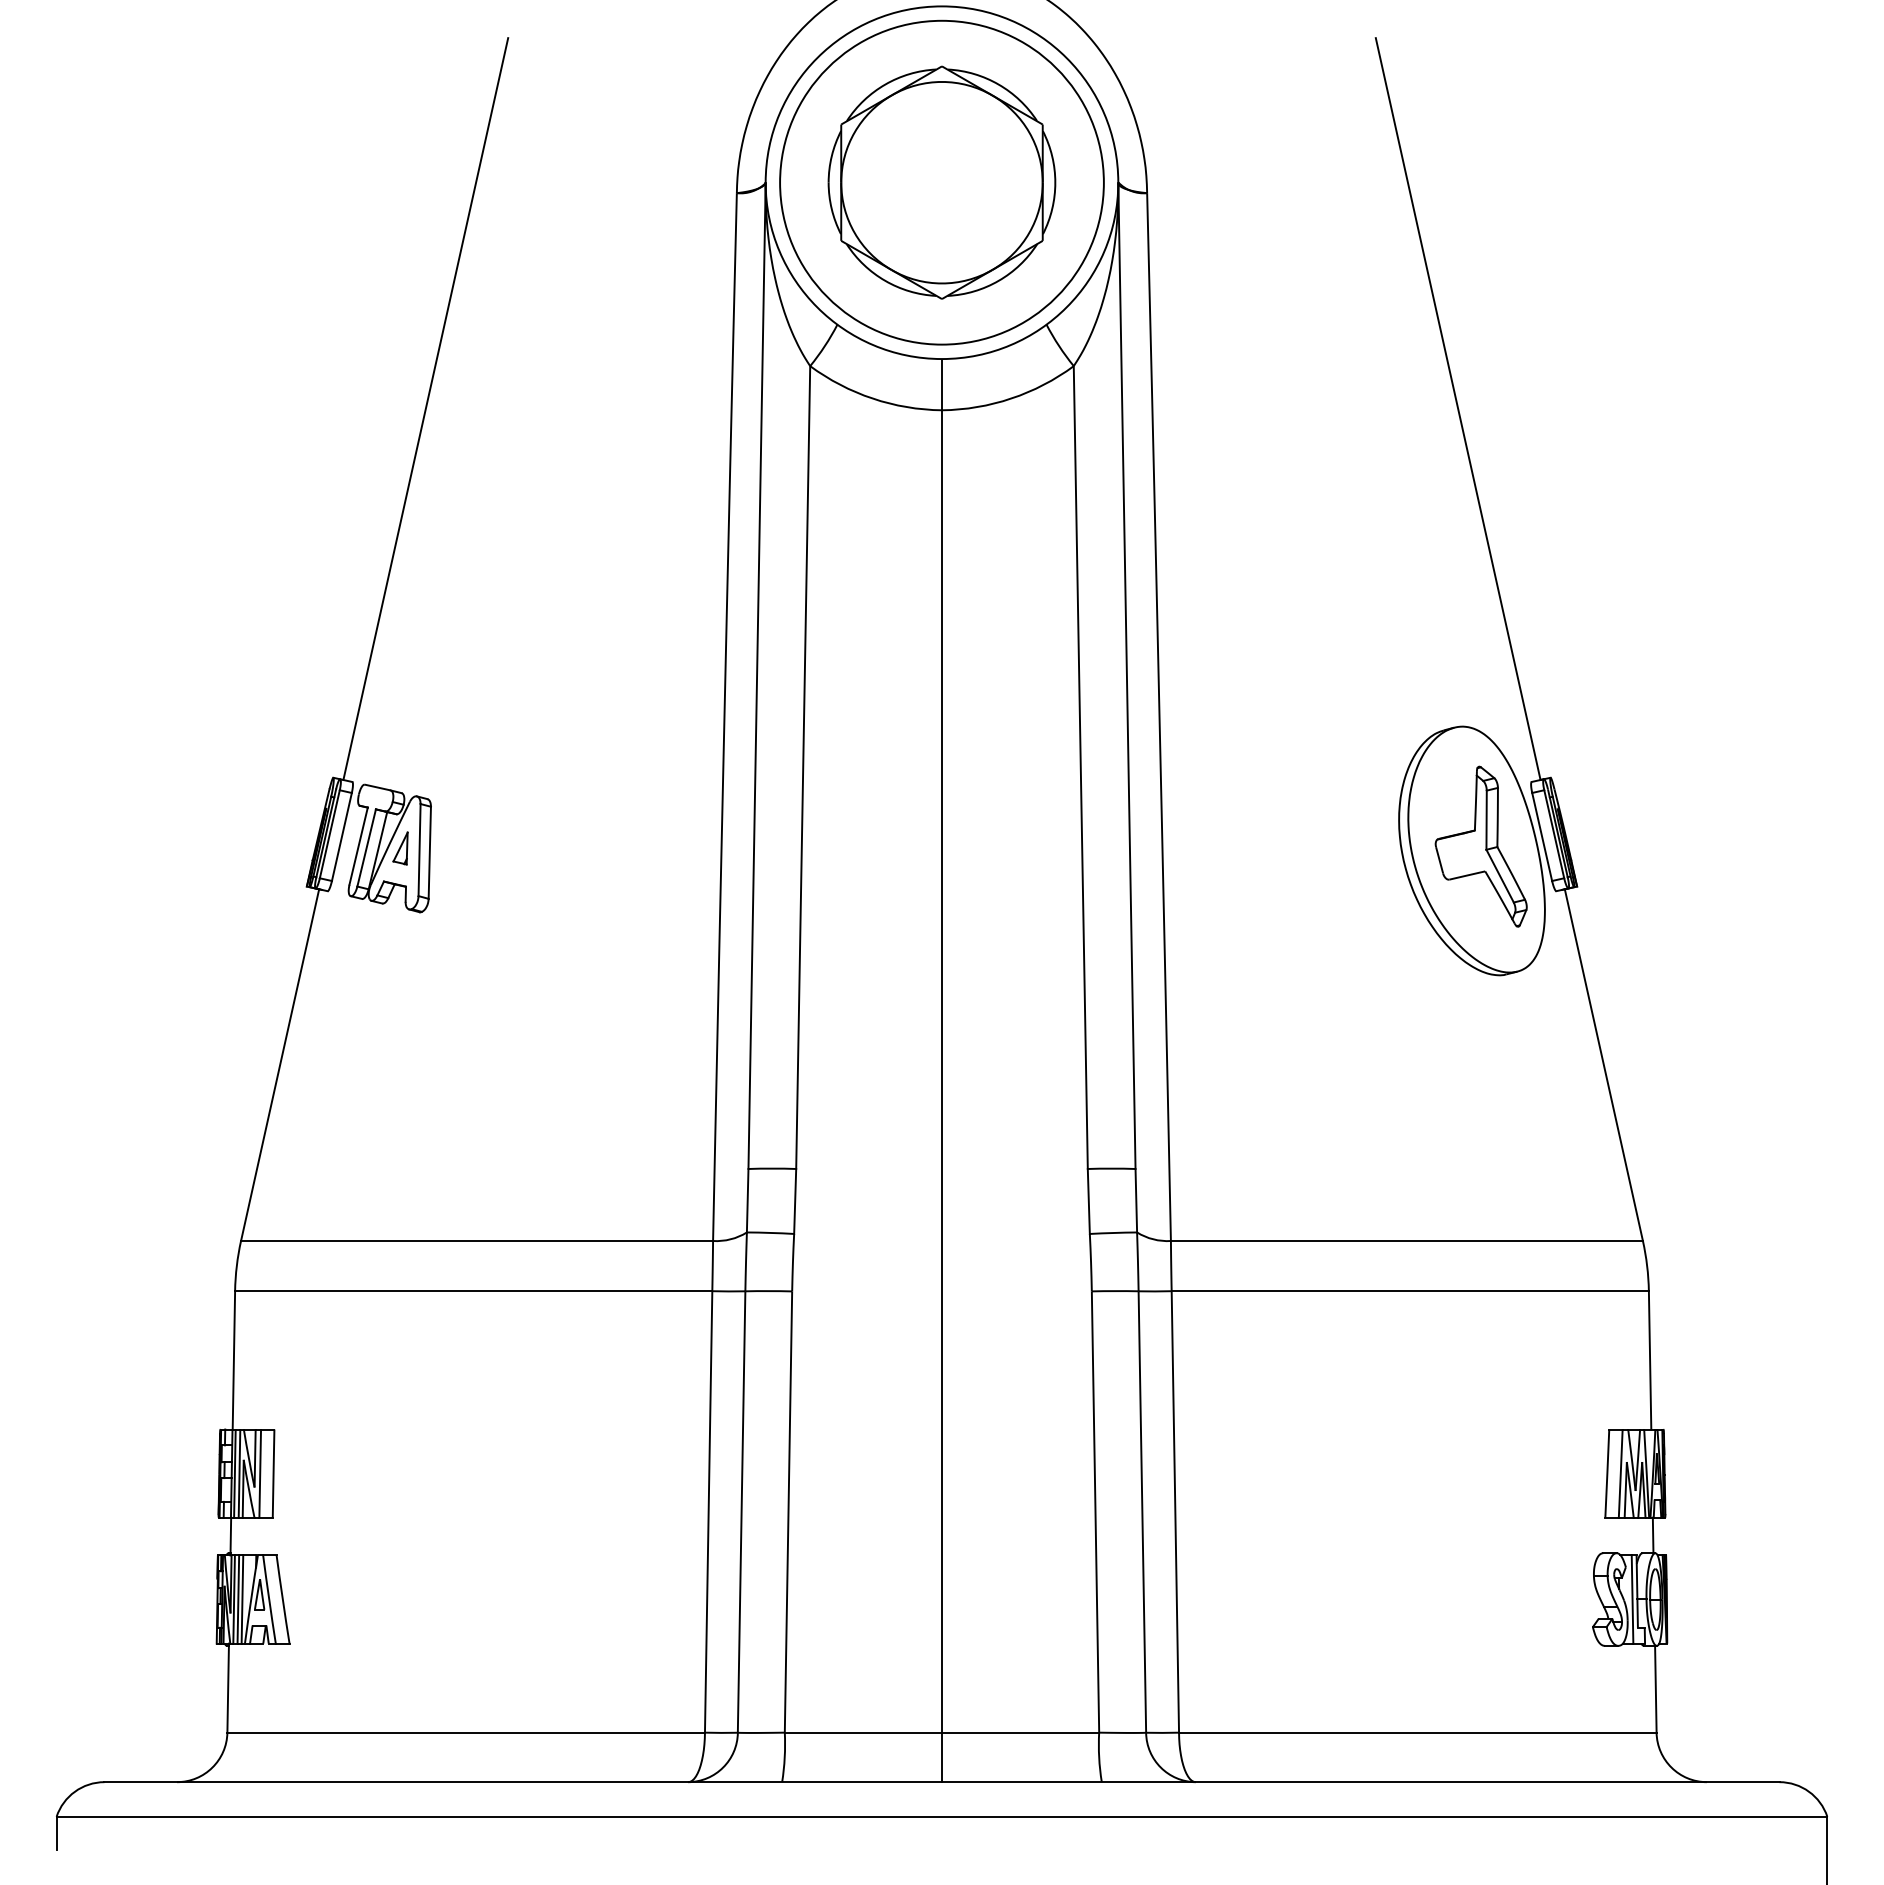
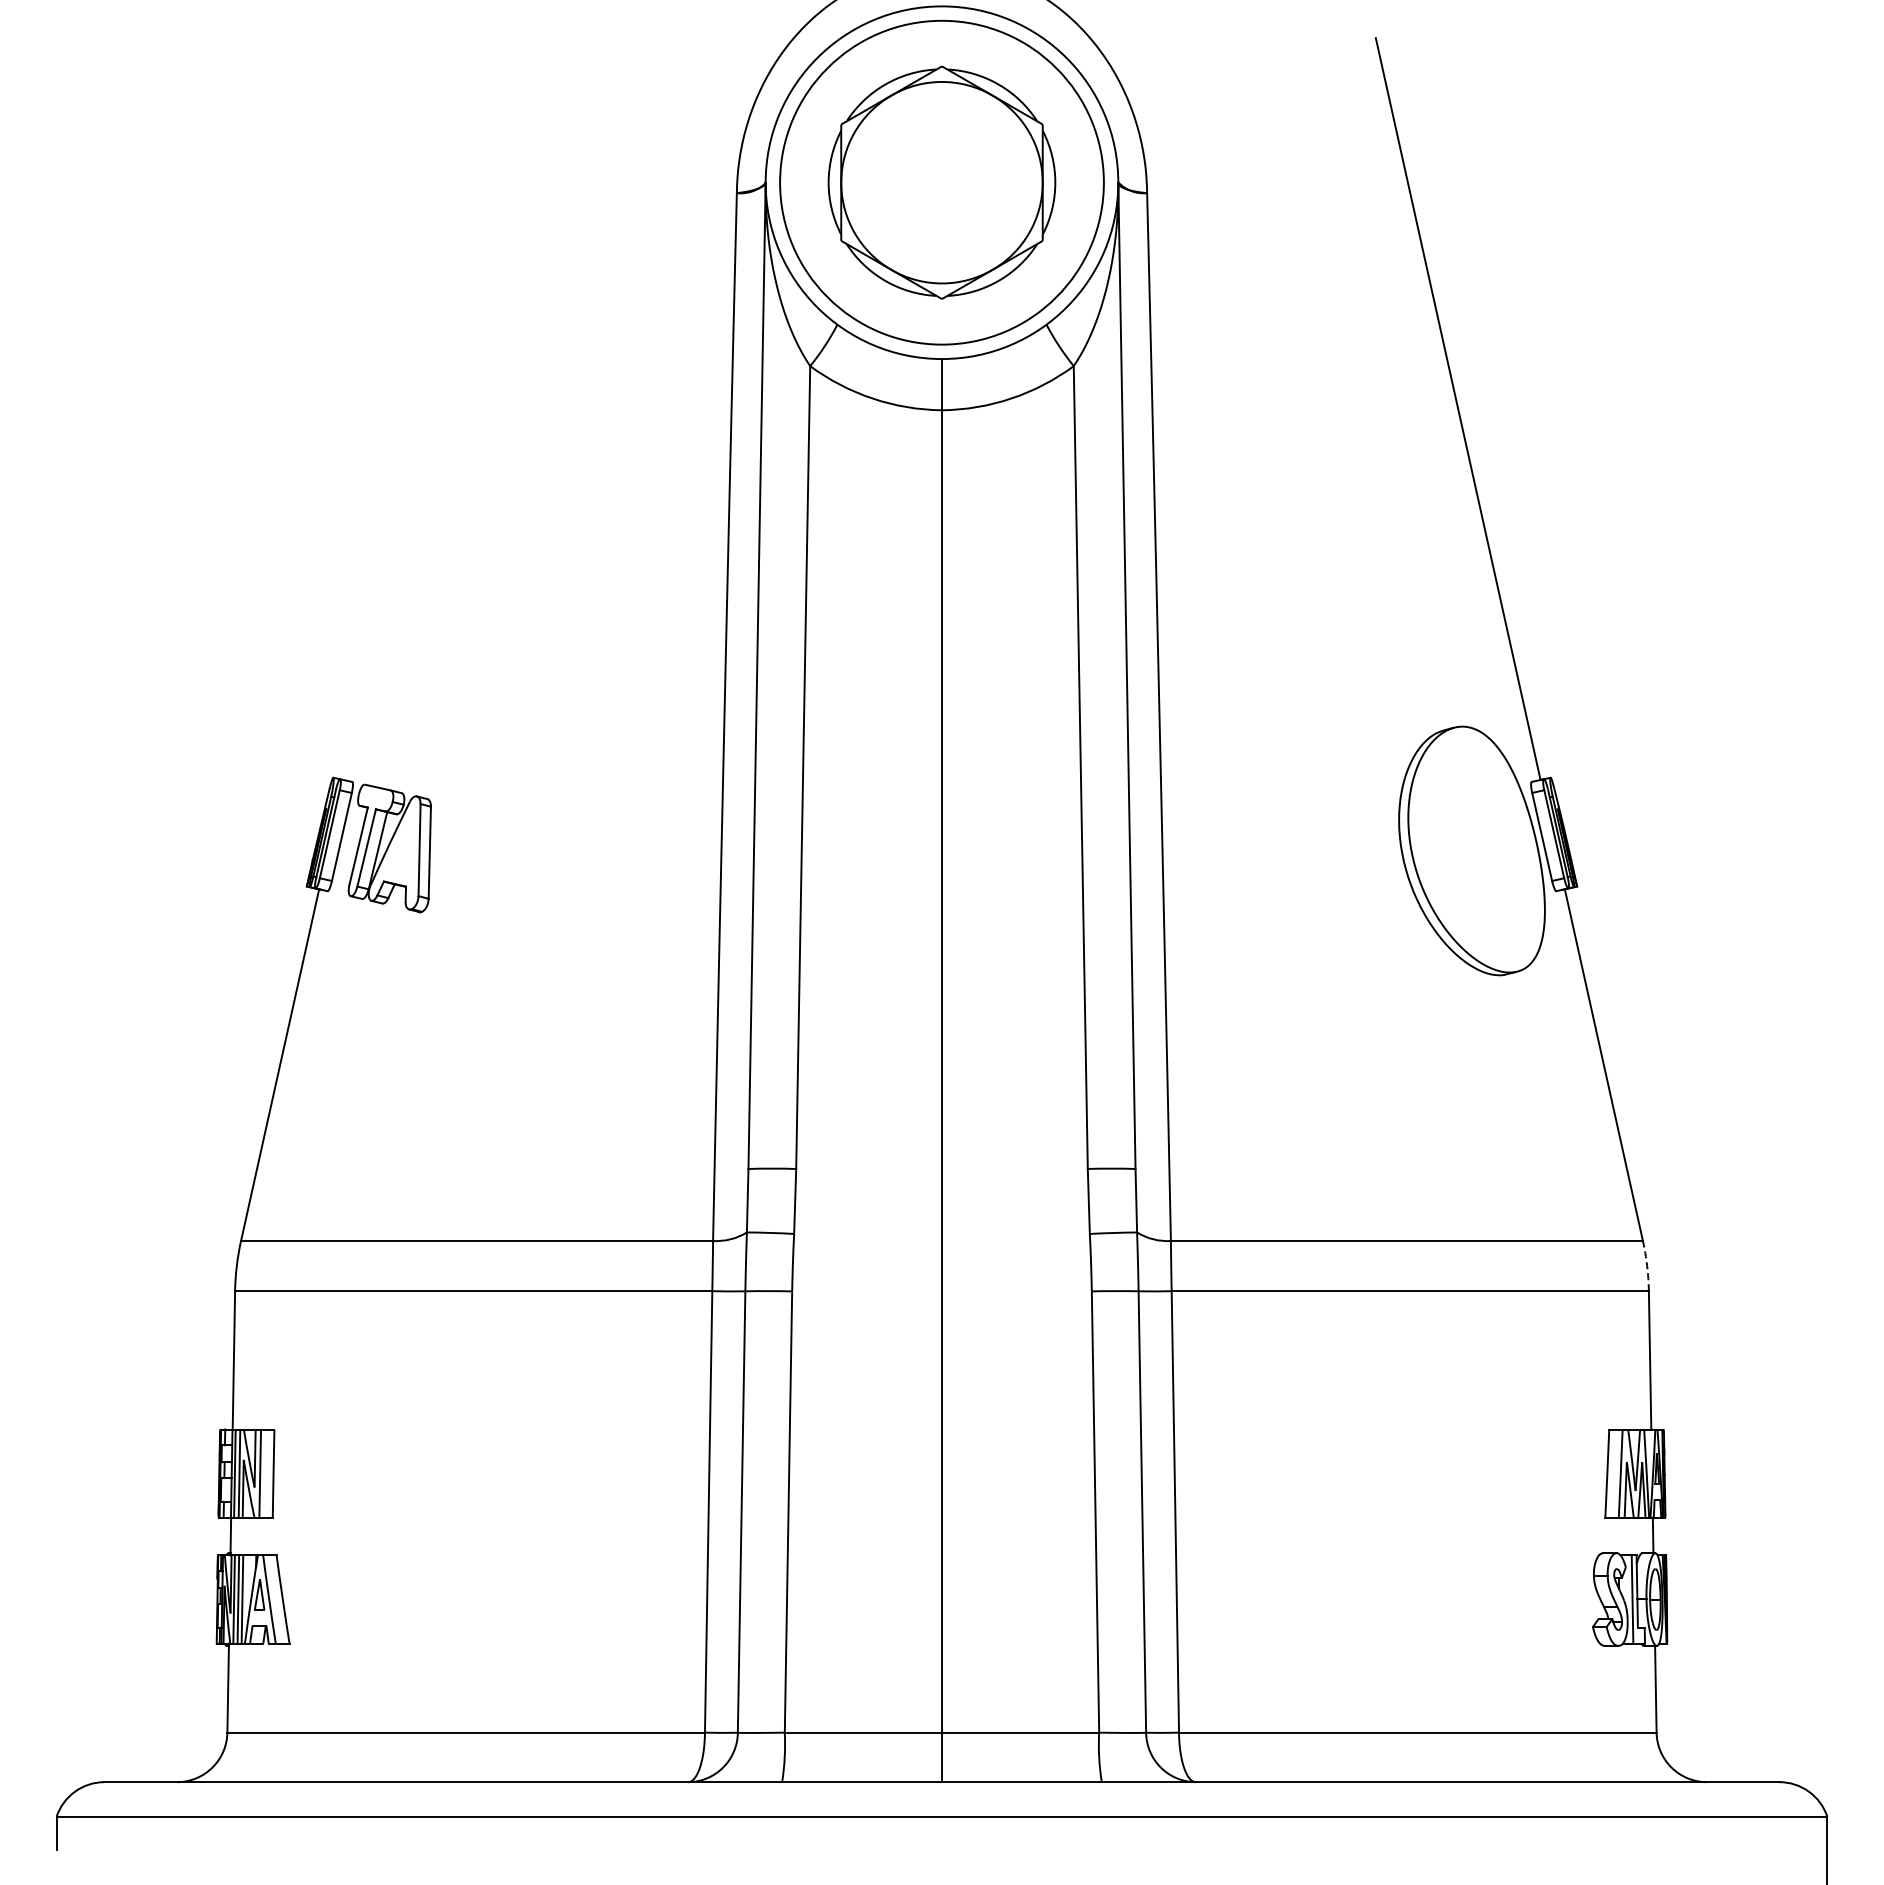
line at (425, 408): present -> none
part at (1480, 846): present -> none
part at (400, 848): present -> none
arc at (1647, 1265): solid -> dashed
